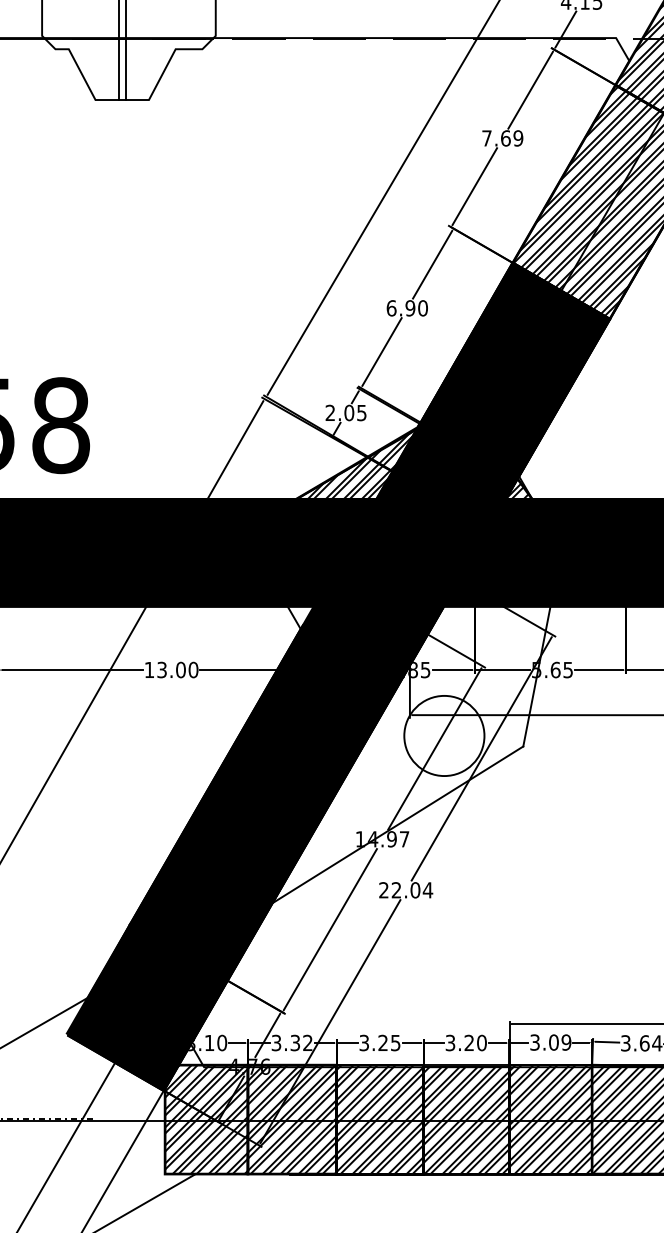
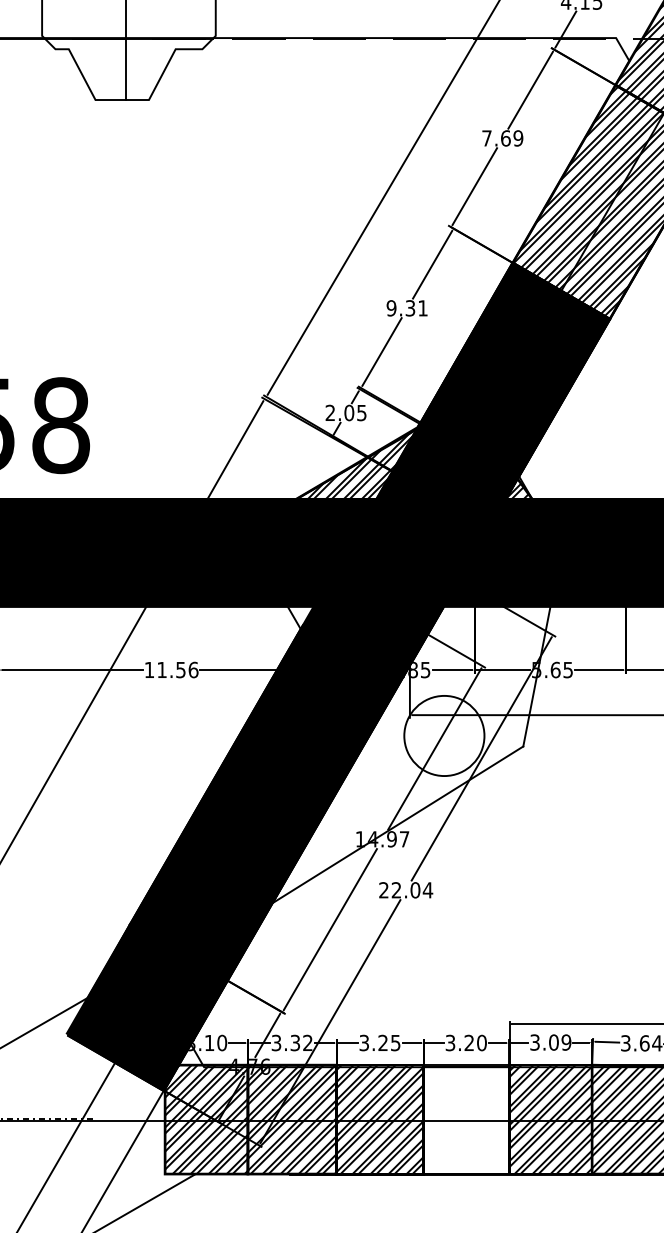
line at (118, 51): present -> none
text at (406, 308): 6.90 -> 9.31
text at (177, 669): 13.00 -> 11.56
hatch at (466, 1120): present -> none
